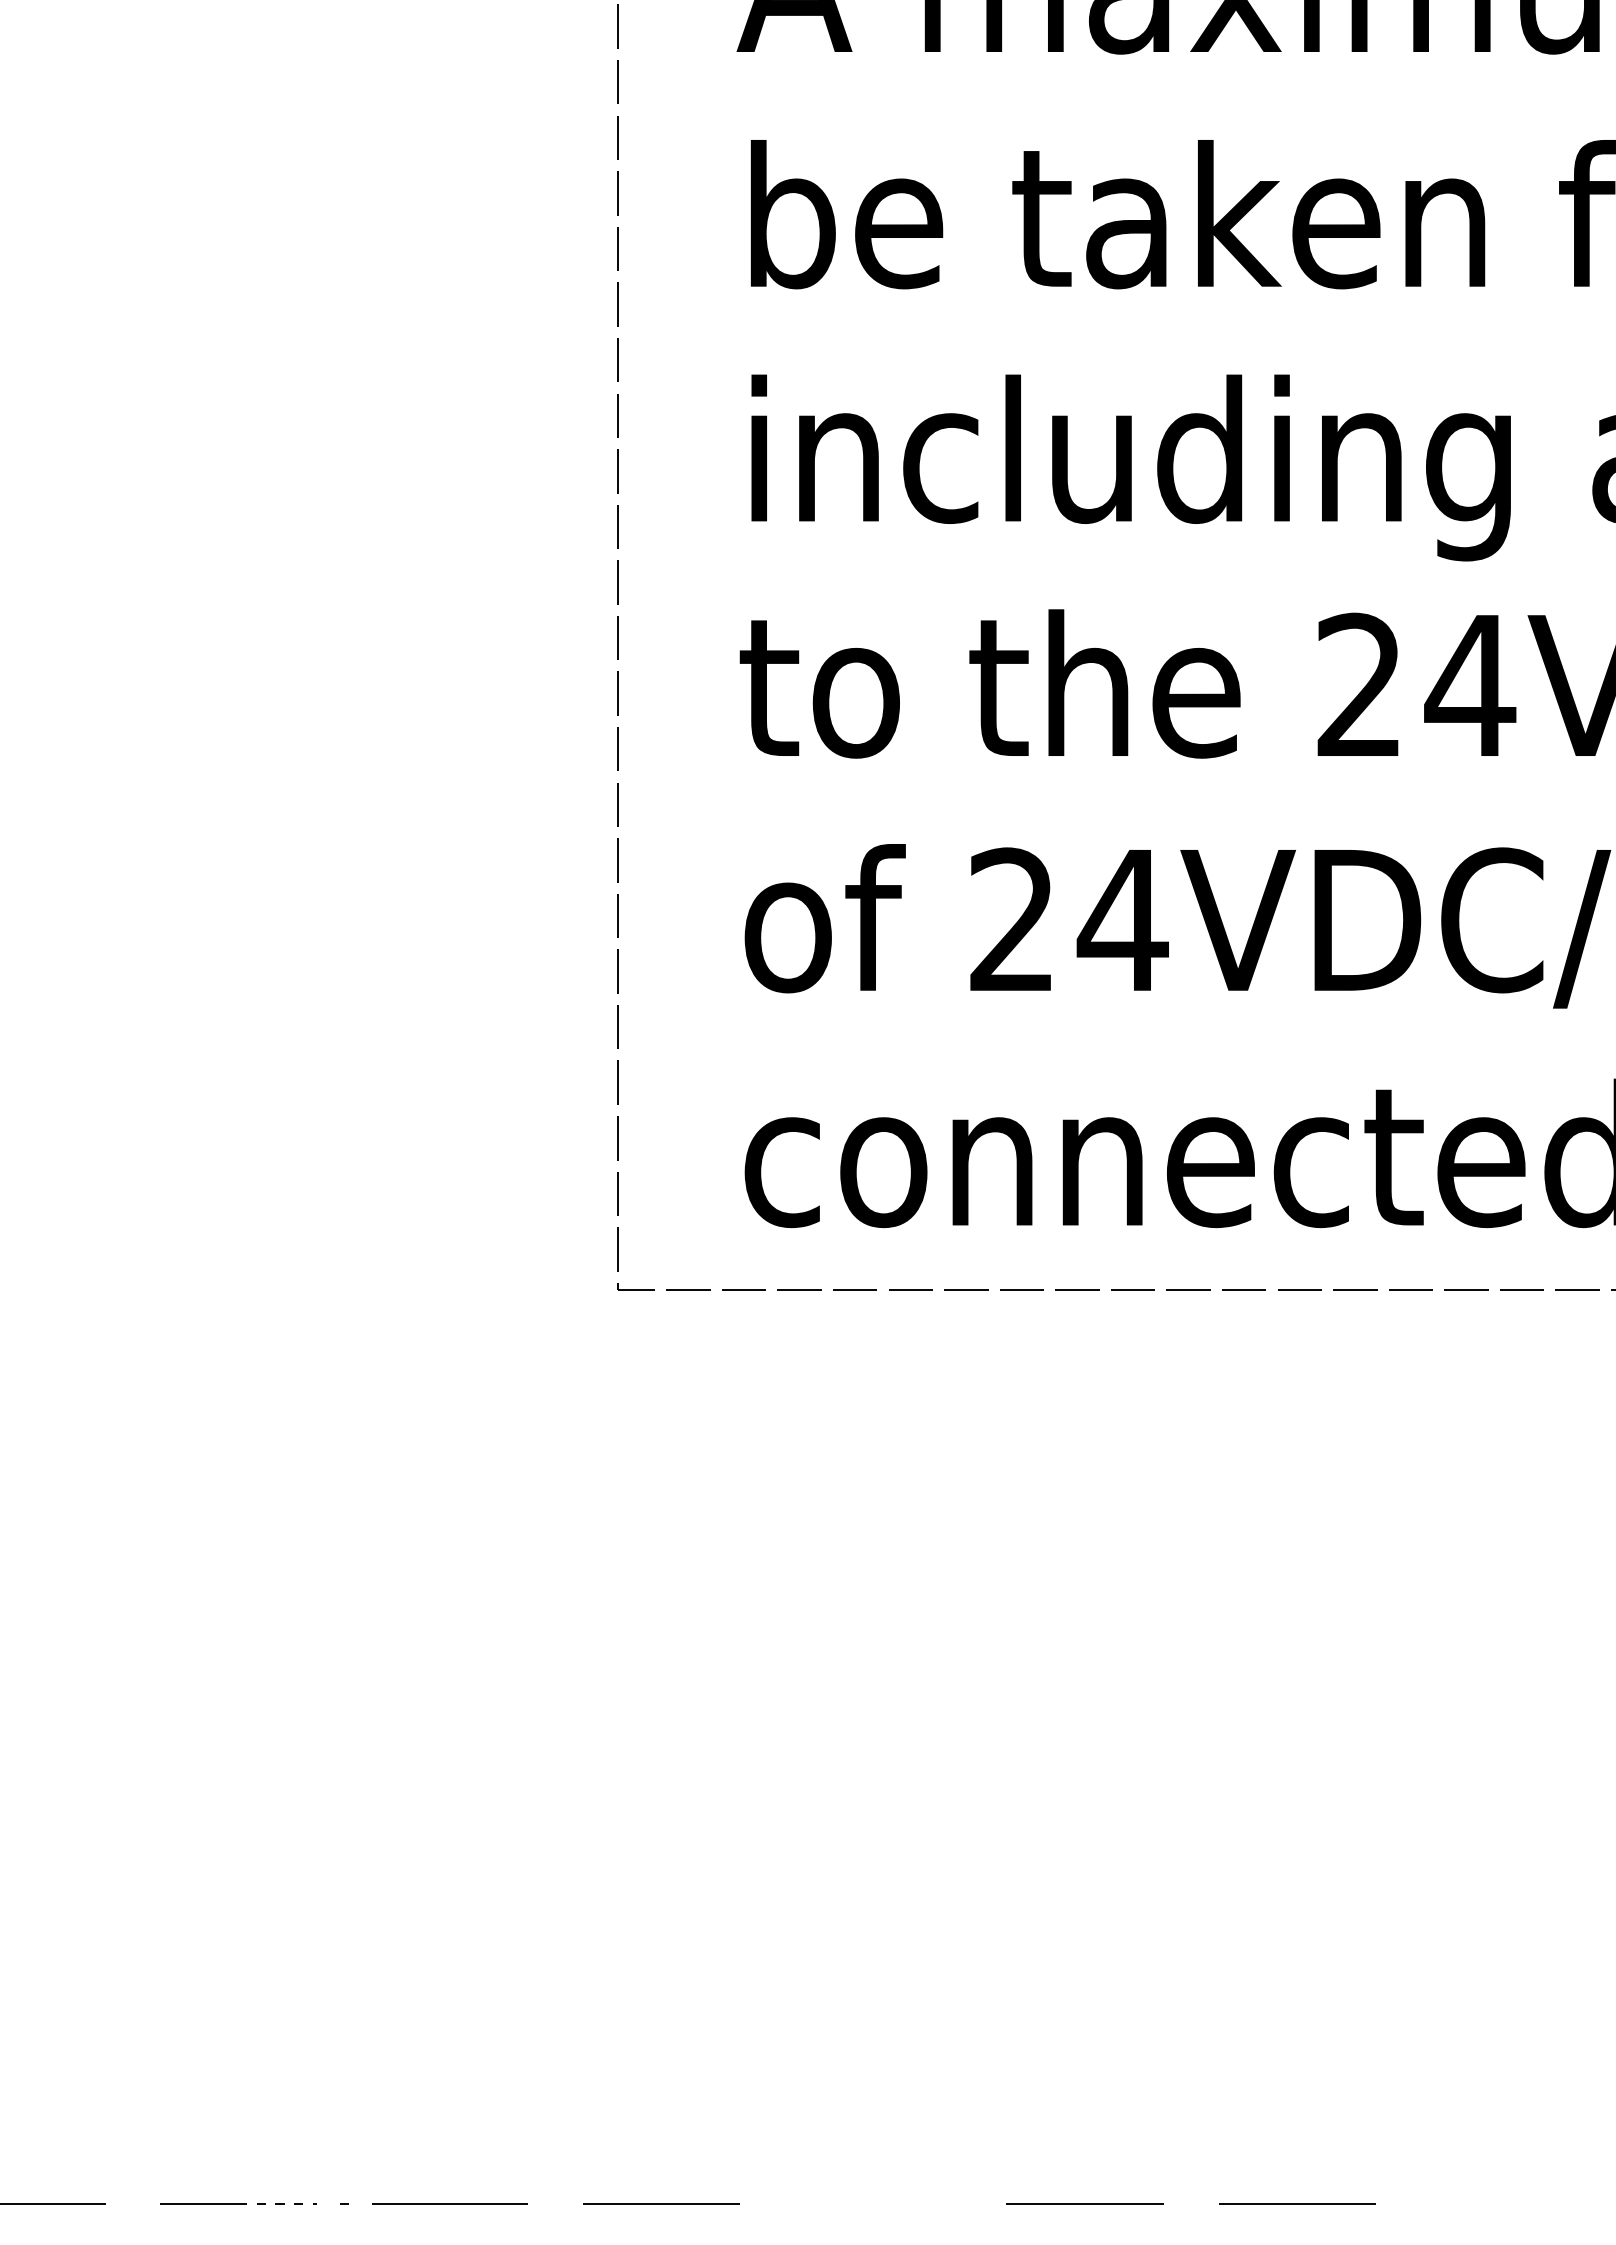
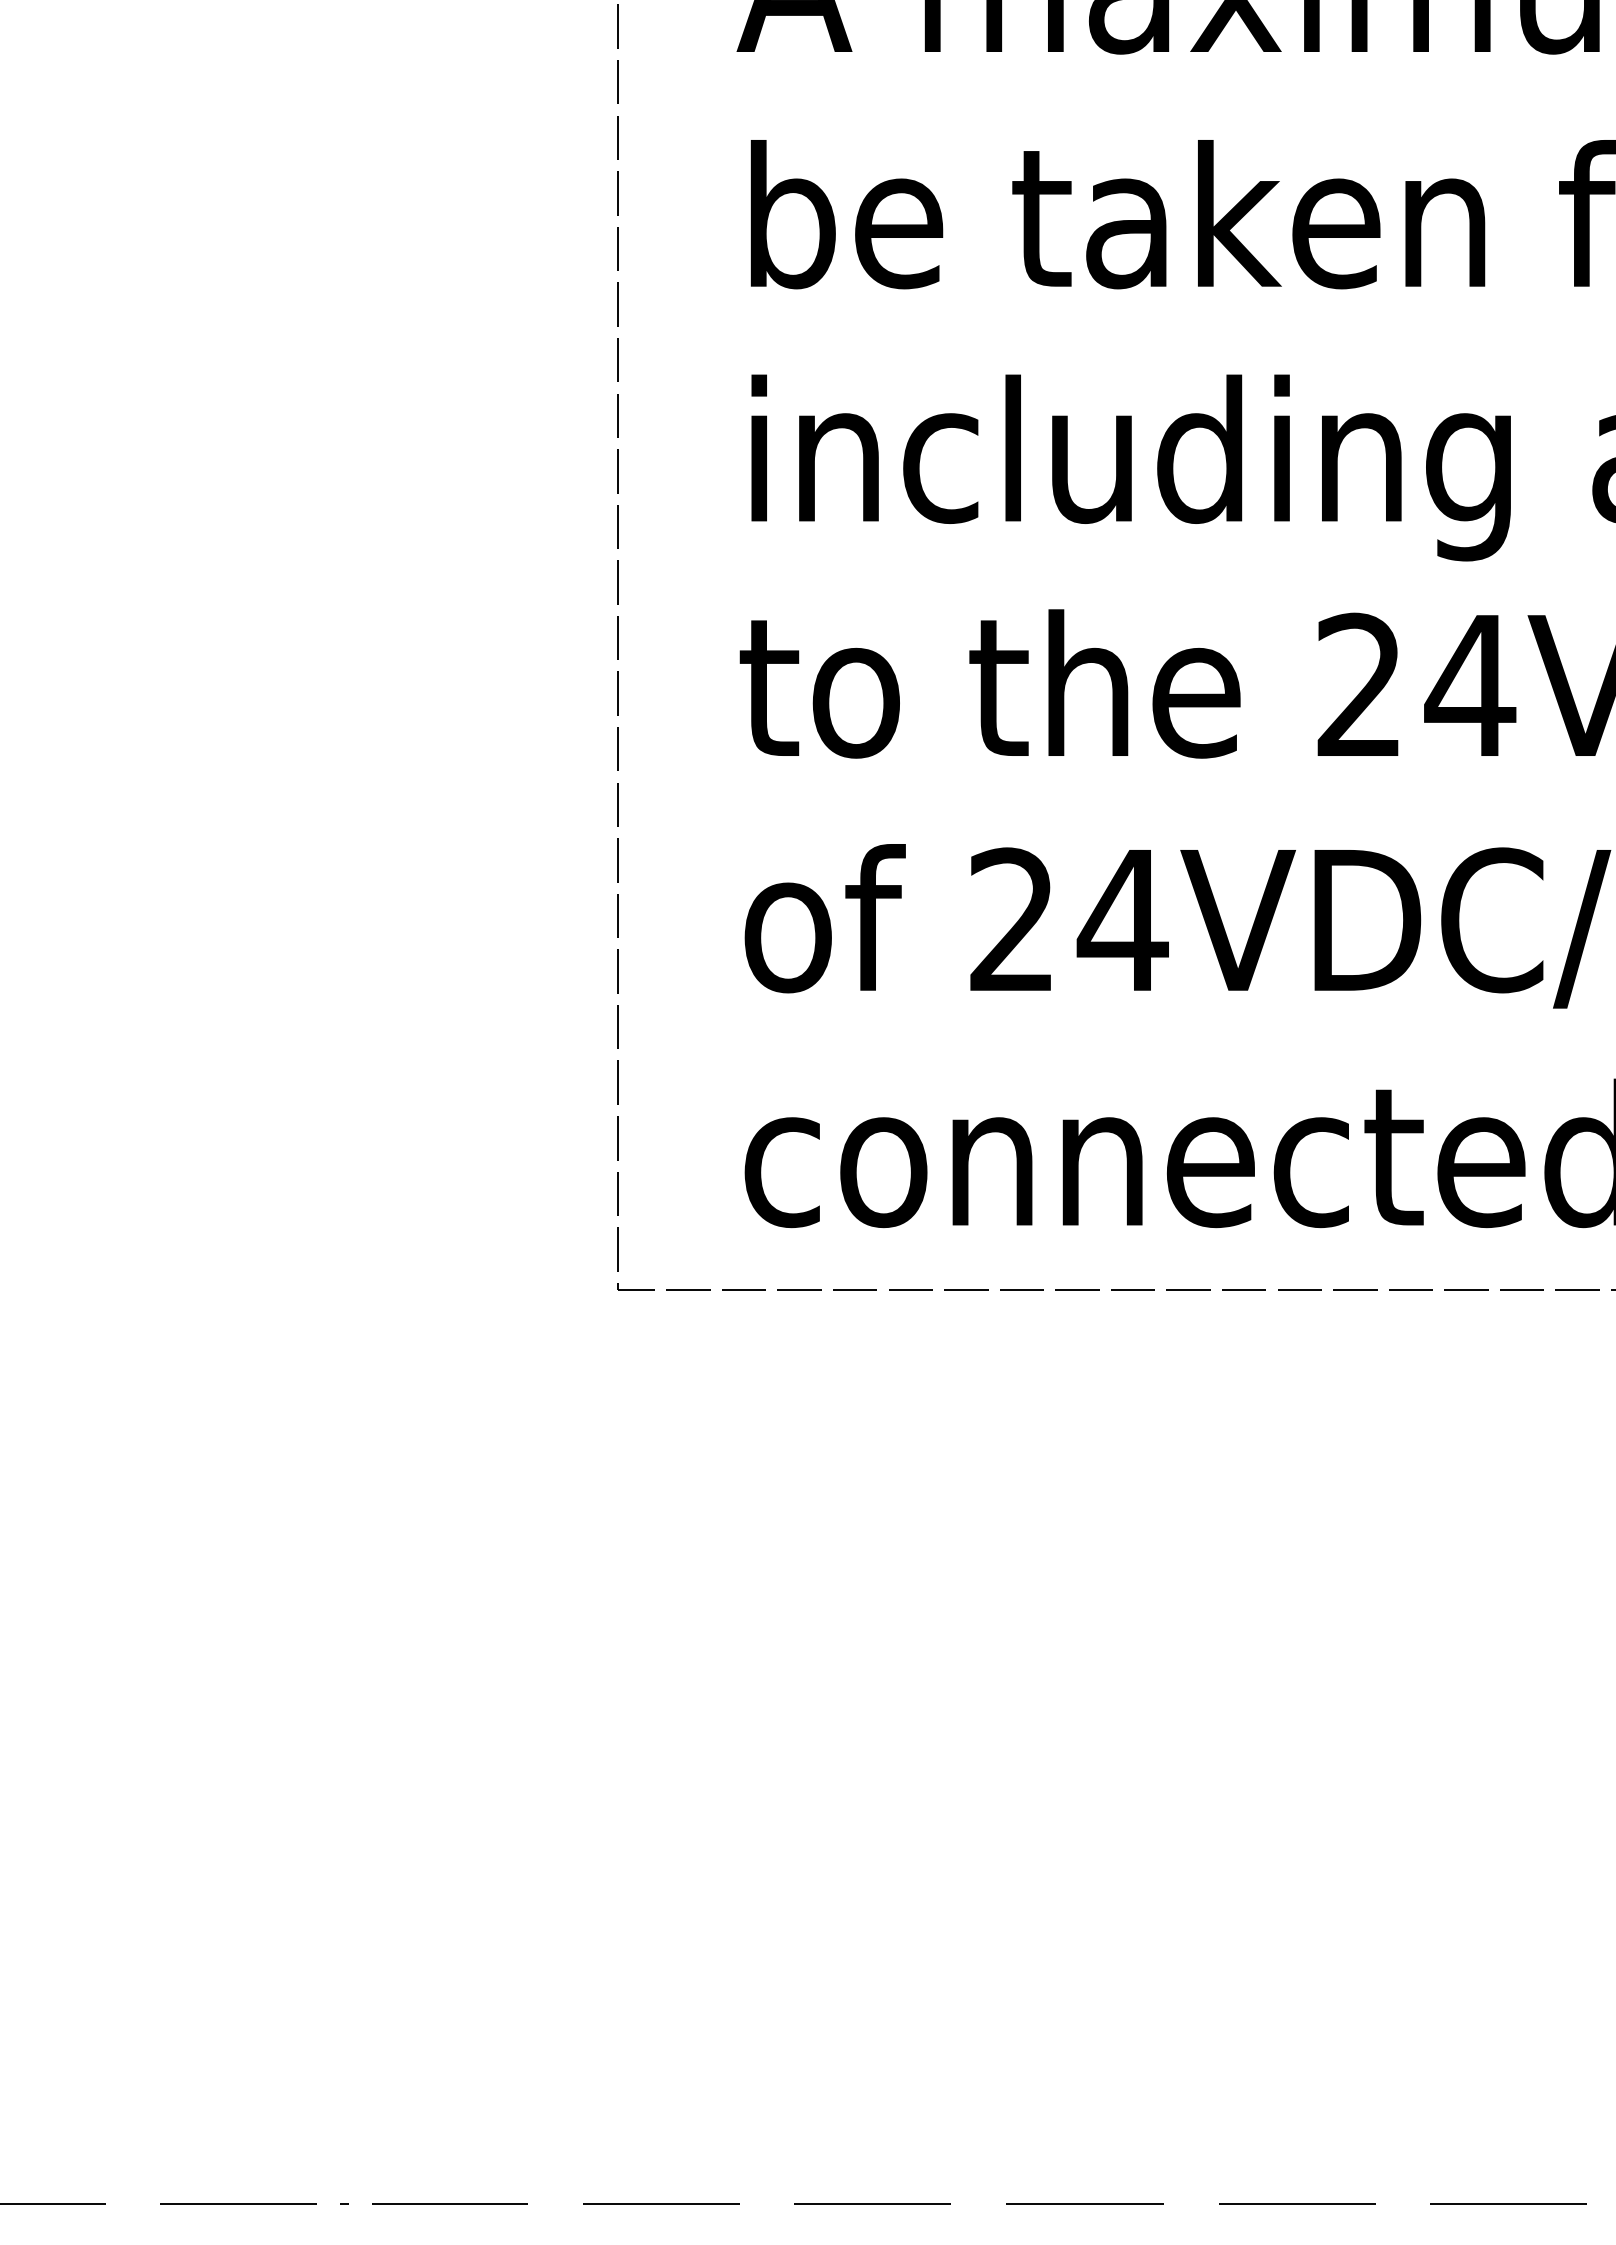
line at (277, 2203): dashed -> solid
line at (872, 2203): none -> present
line at (1508, 2203): none -> present
